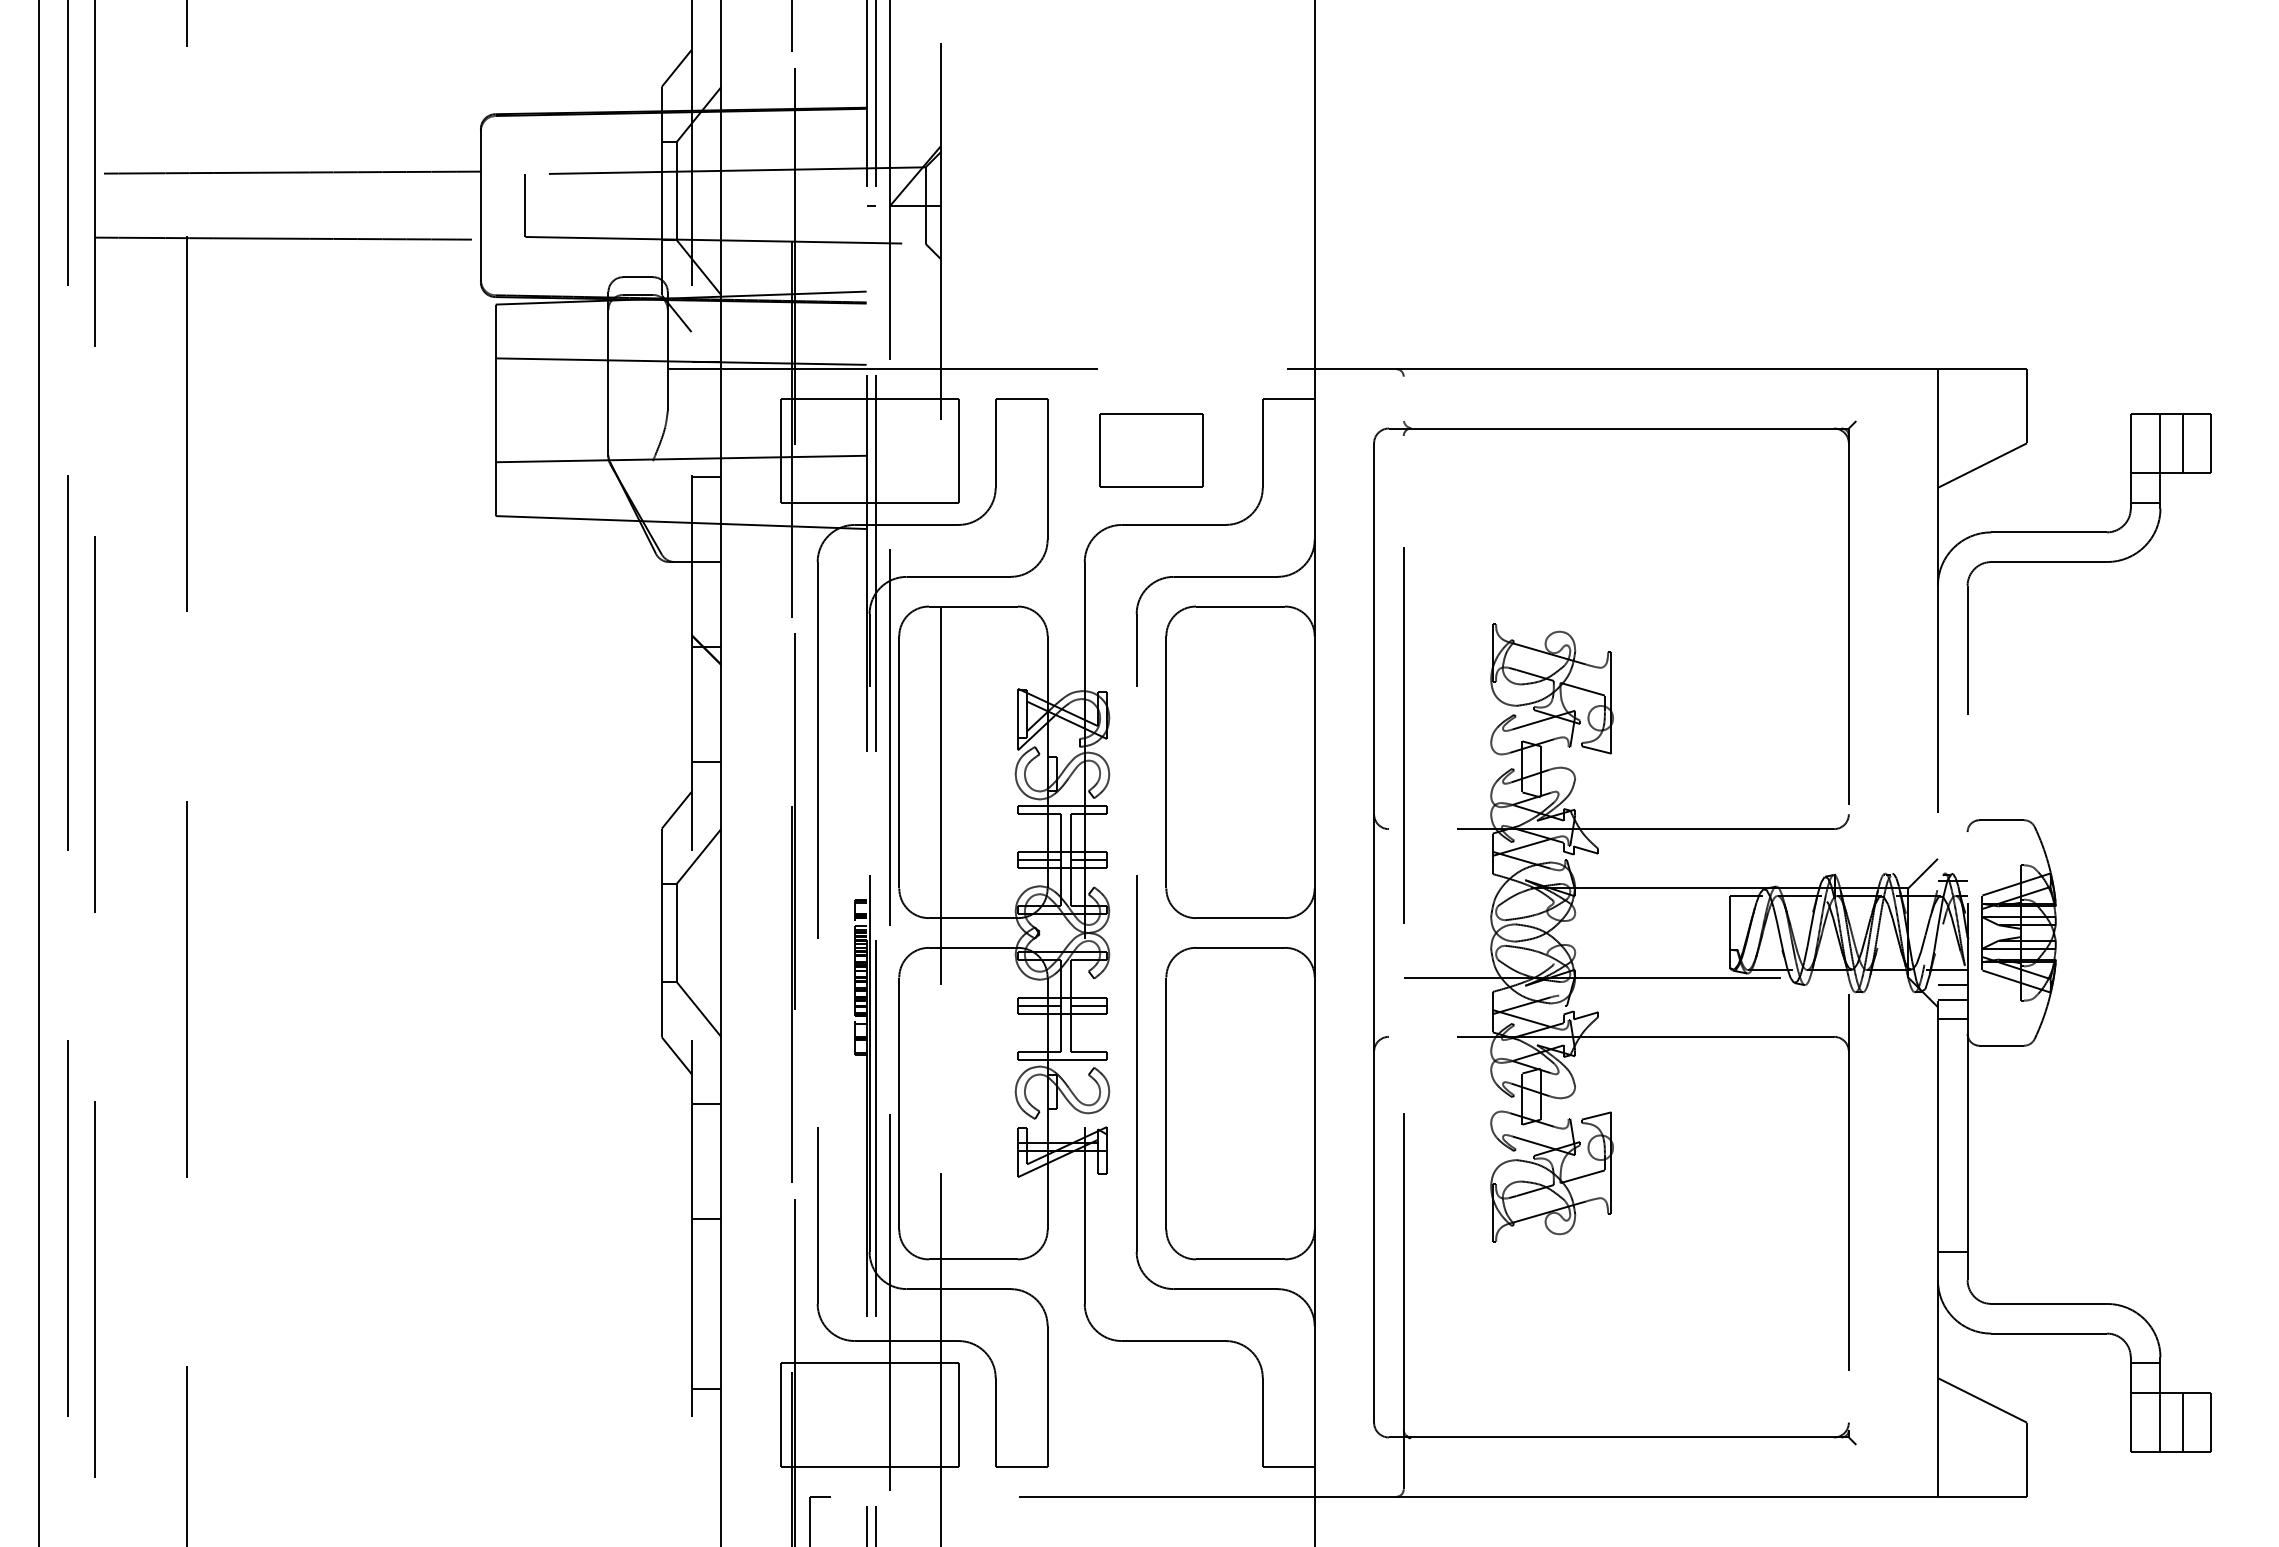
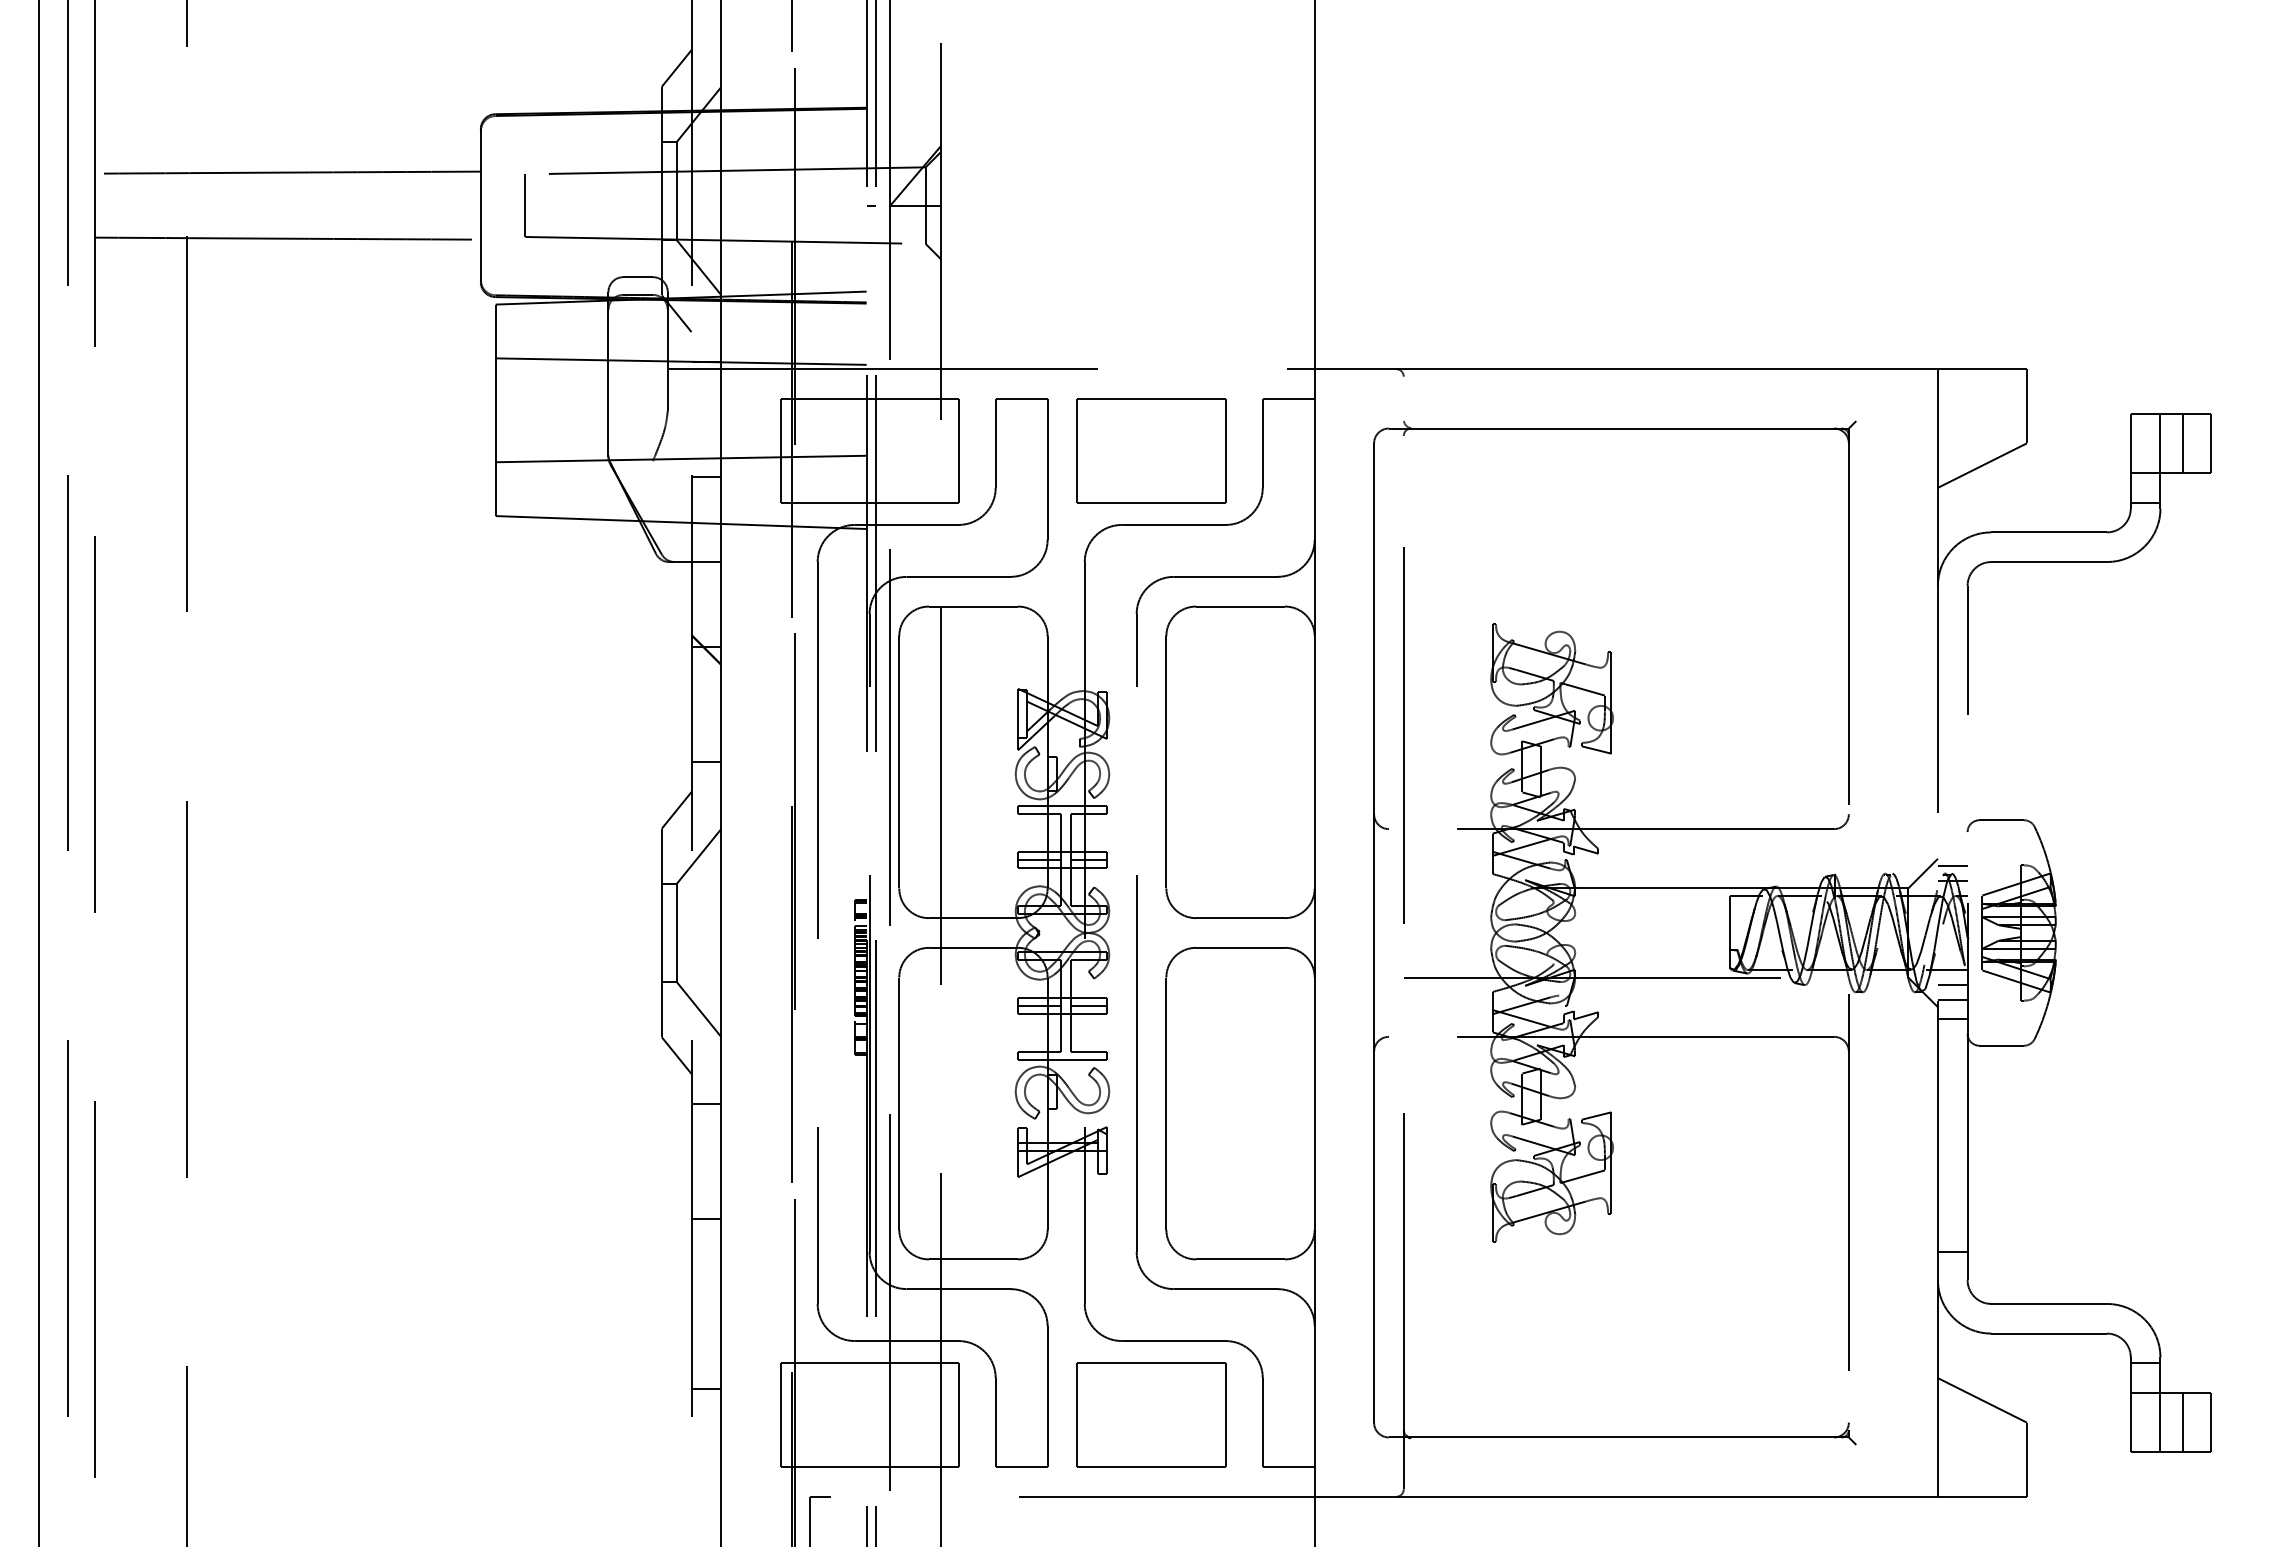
part at (1151, 450) size: 105x75 px -> 151x106 px
line at (1952, 866): none -> present
part at (1151, 1414): none -> present
